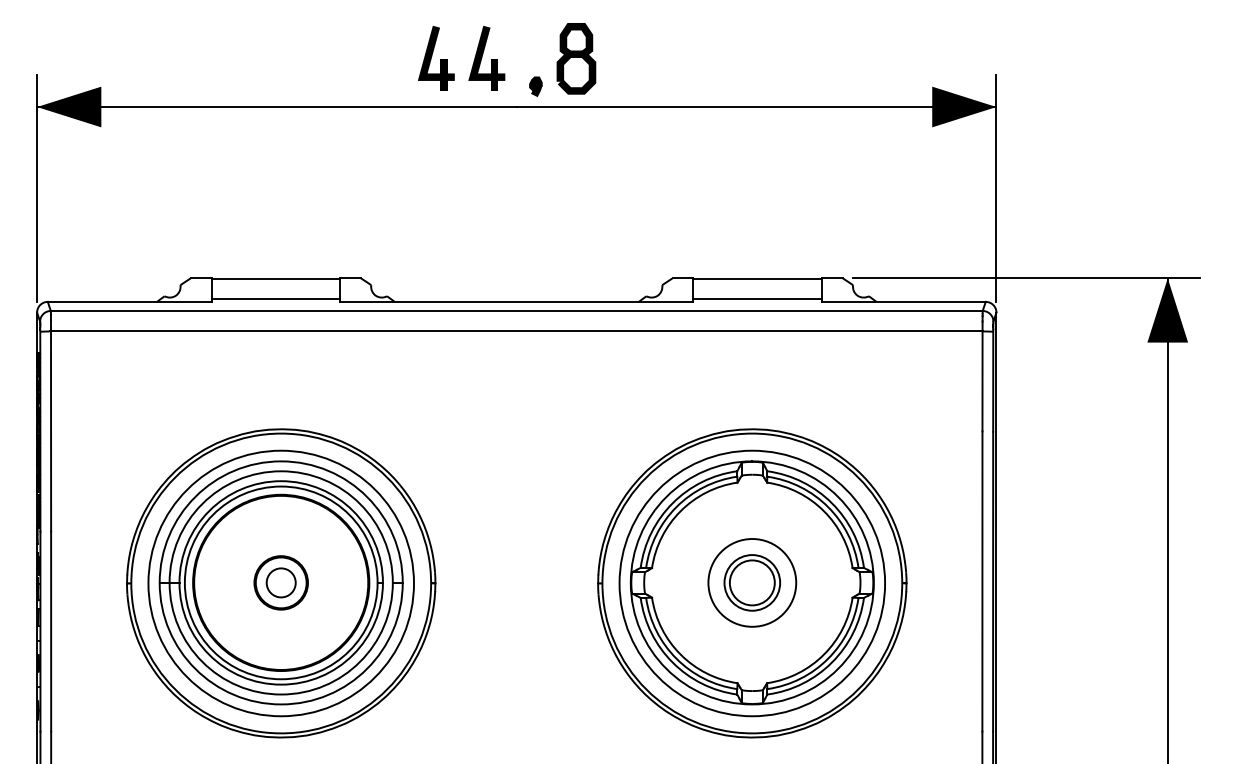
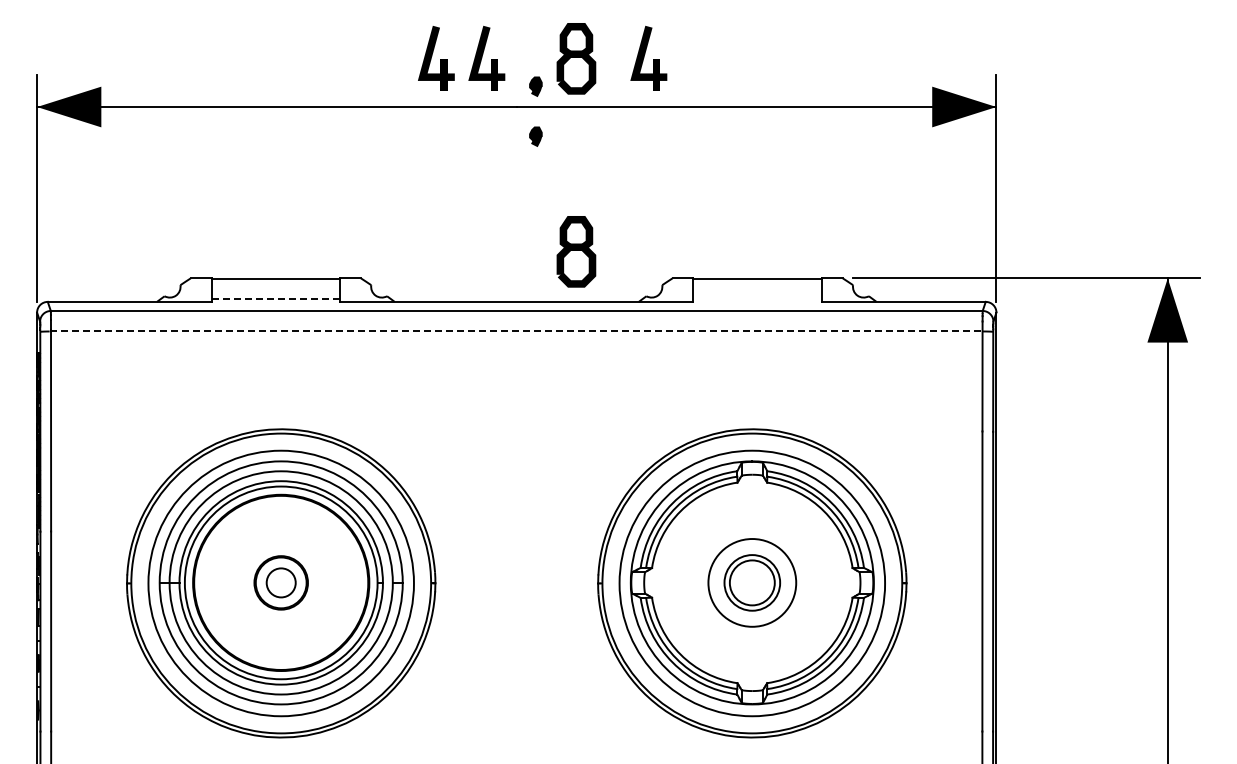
part at (648, 57): none -> present
part at (535, 136): none -> present
part at (576, 251): none -> present
line at (275, 299): solid -> dashed
line at (757, 299): present -> none
line at (516, 331): solid -> dashed
